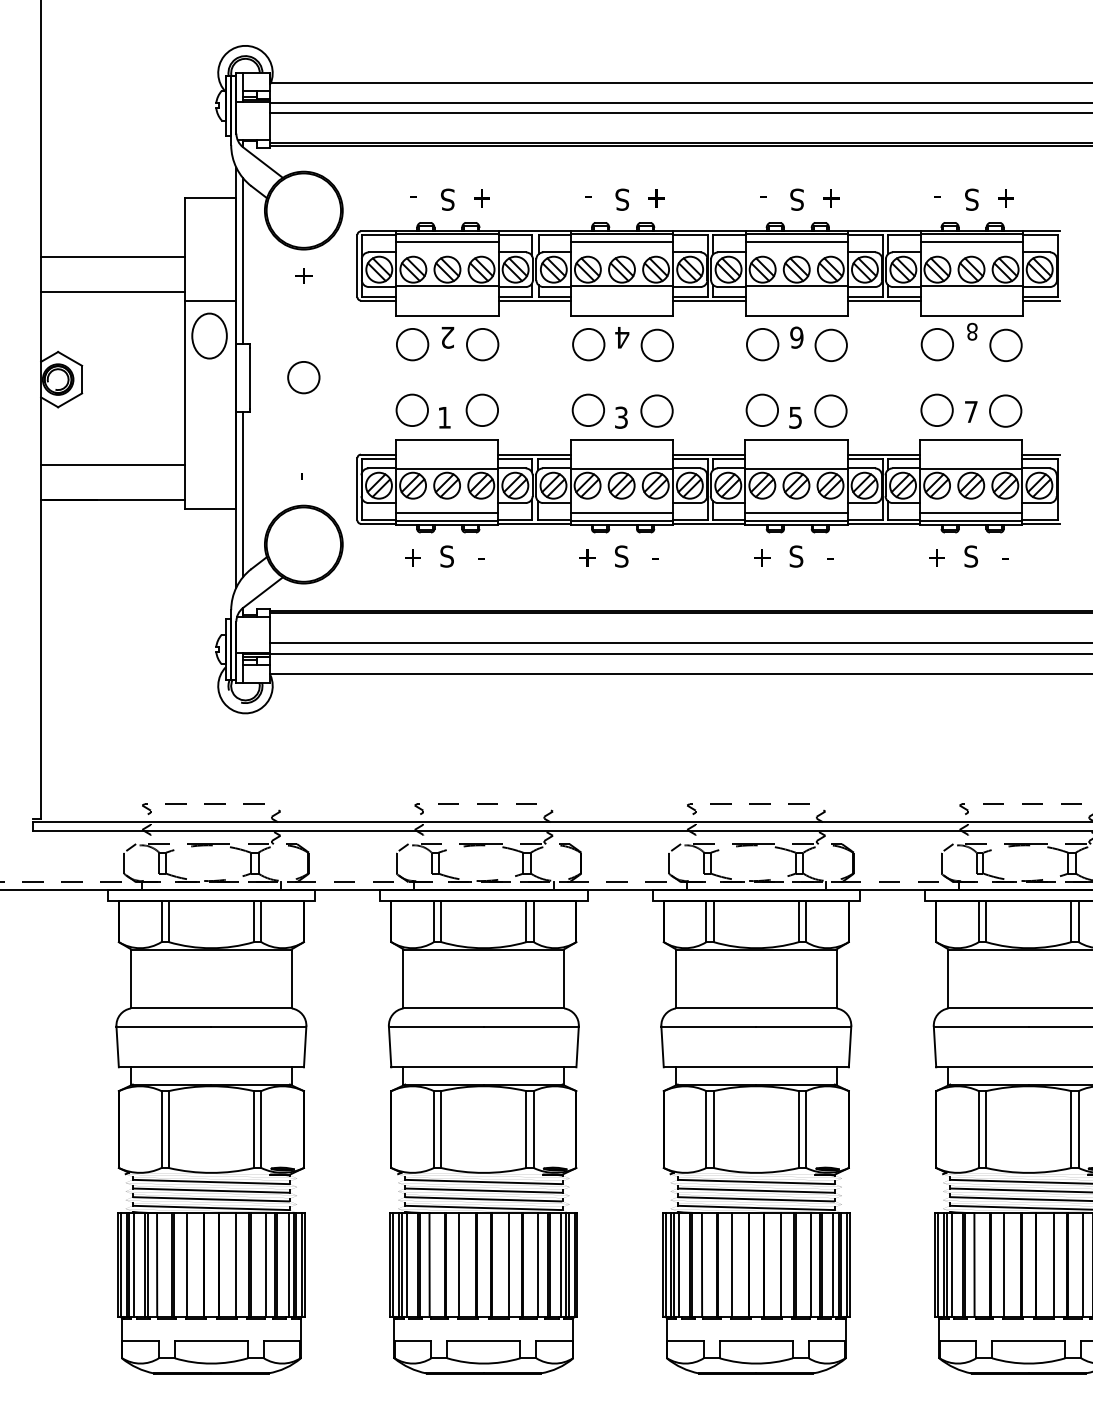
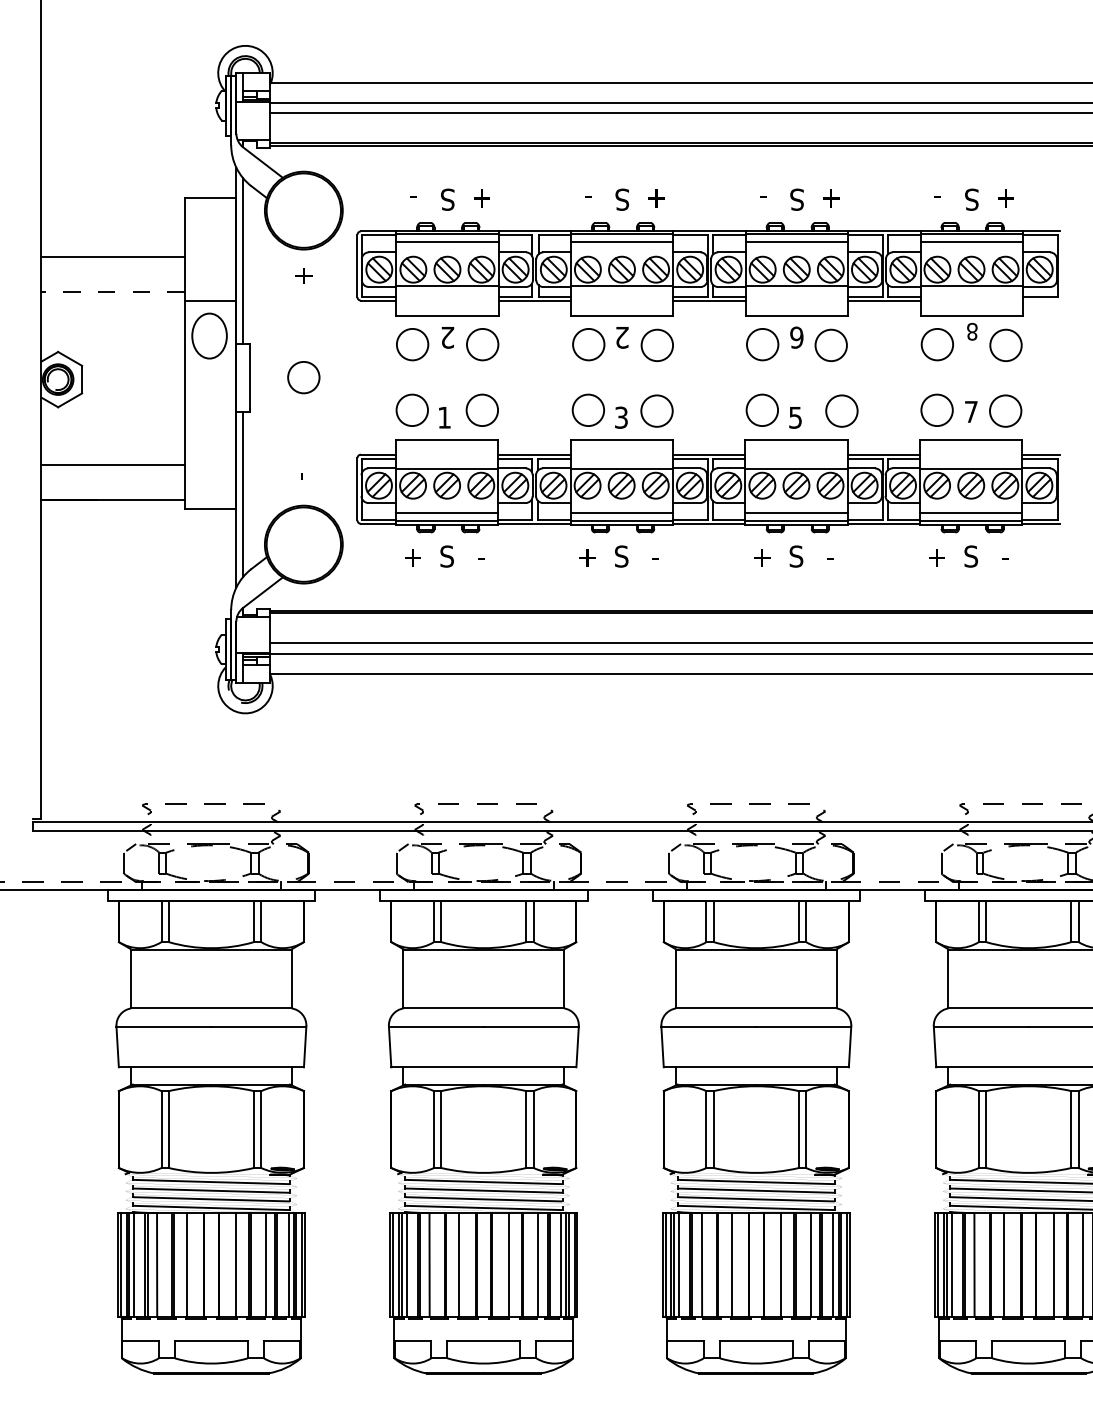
line at (112, 292): solid -> dashed
line at (1041, 300): present -> none
text at (622, 337): 4 -> 2
circle at (830, 410) position: (830, 410) -> (841, 410)
